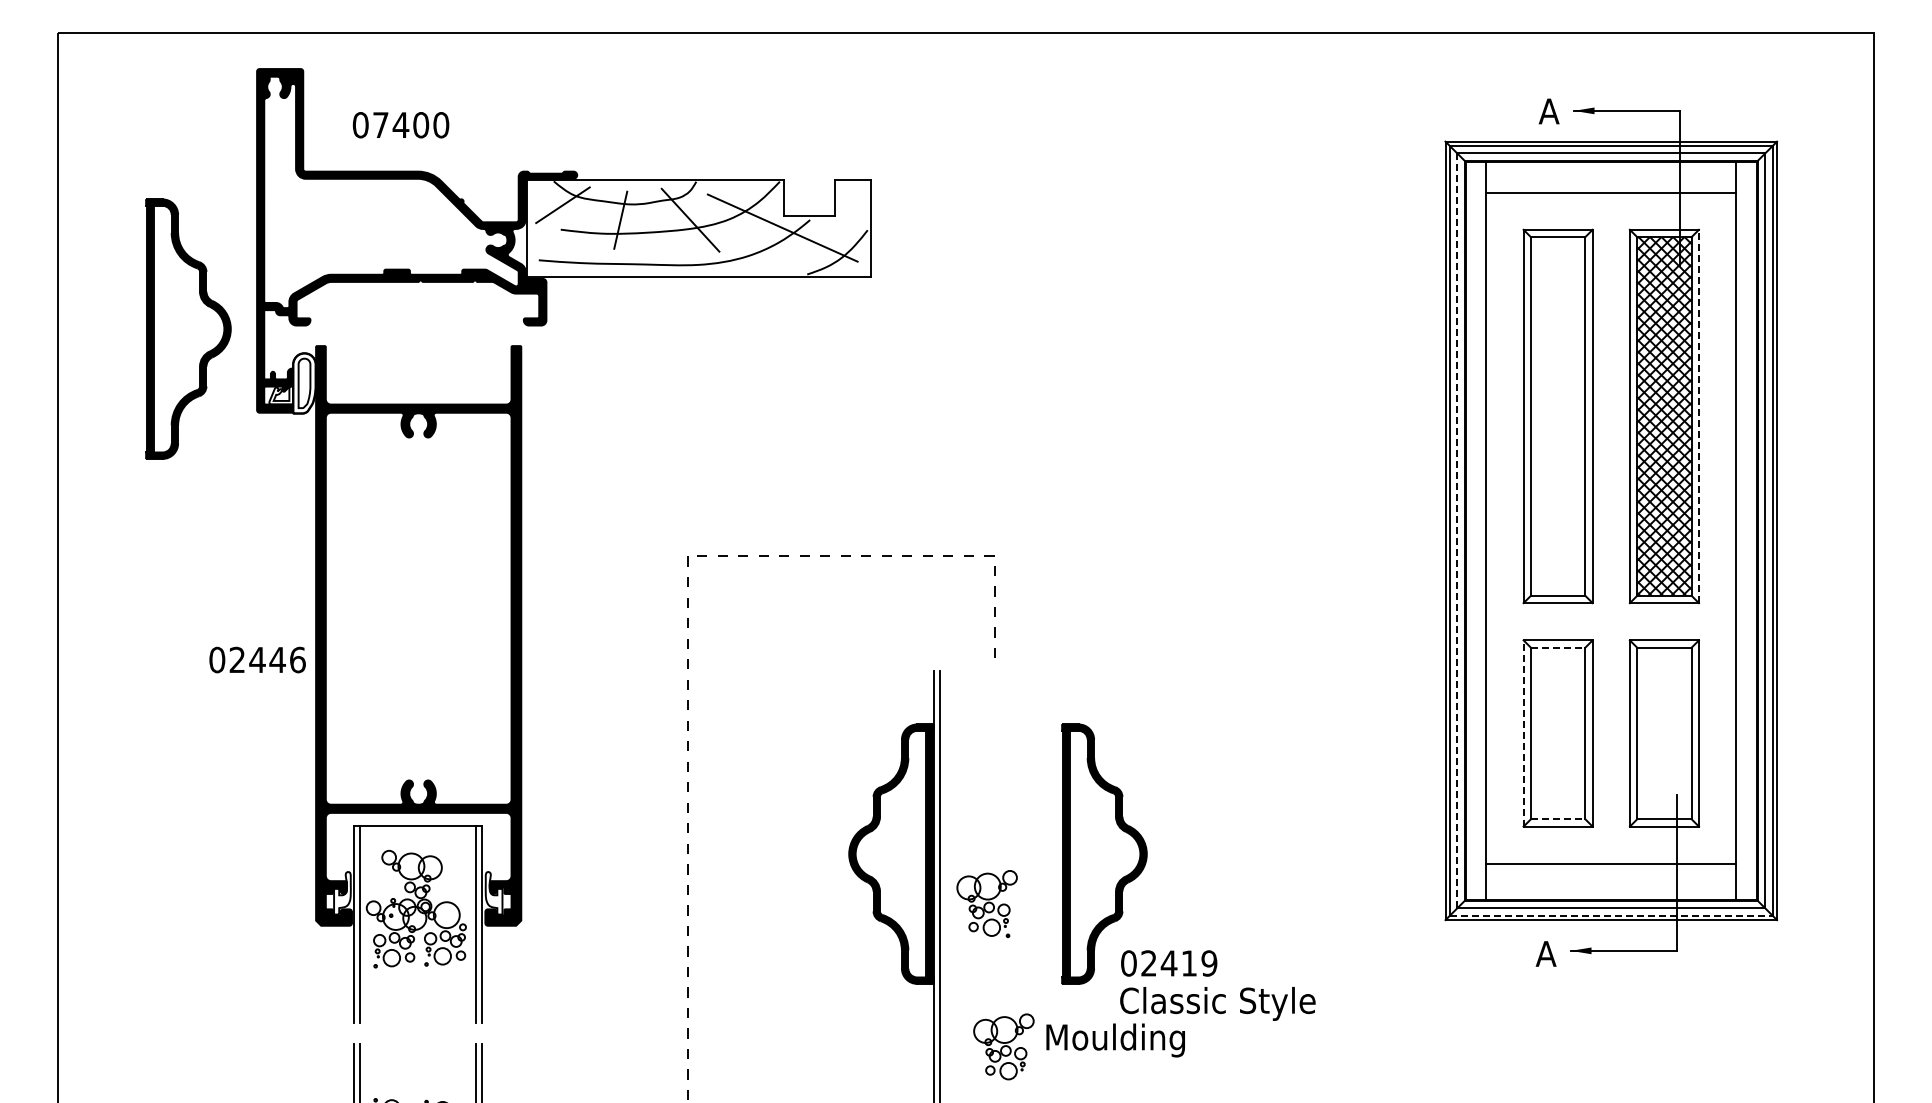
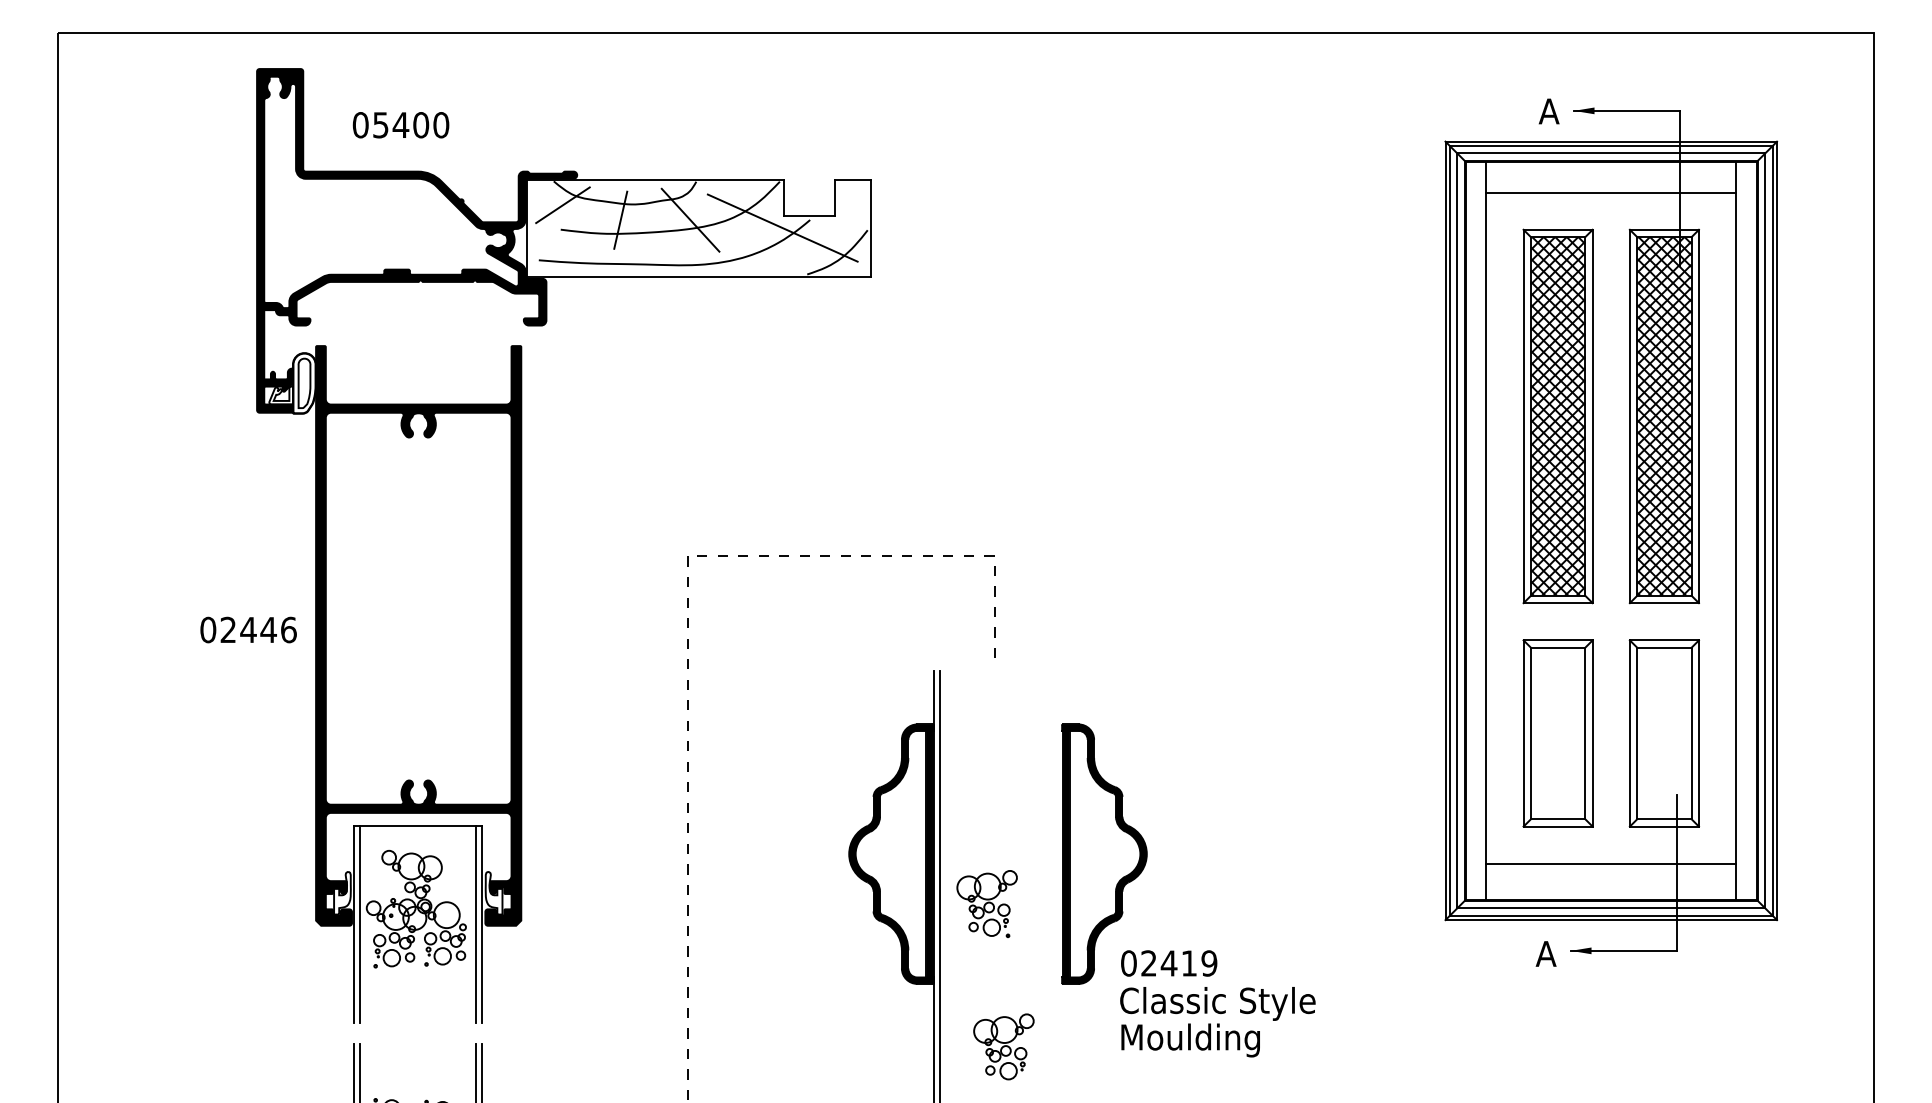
text at (380, 125): 07400 -> 05400
part at (188, 328): present -> none
hatch at (1558, 416): none -> present
line at (1698, 416): dashed -> solid
line at (1457, 530): dashed -> solid
line at (1558, 647): dashed -> solid
text at (257, 659) position: (257, 659) -> (248, 629)
line at (1523, 732): dashed -> solid
line at (1558, 819): dashed -> solid
line at (1611, 915): dashed -> solid
text at (1115, 1040) position: (1115, 1040) -> (1190, 1040)
